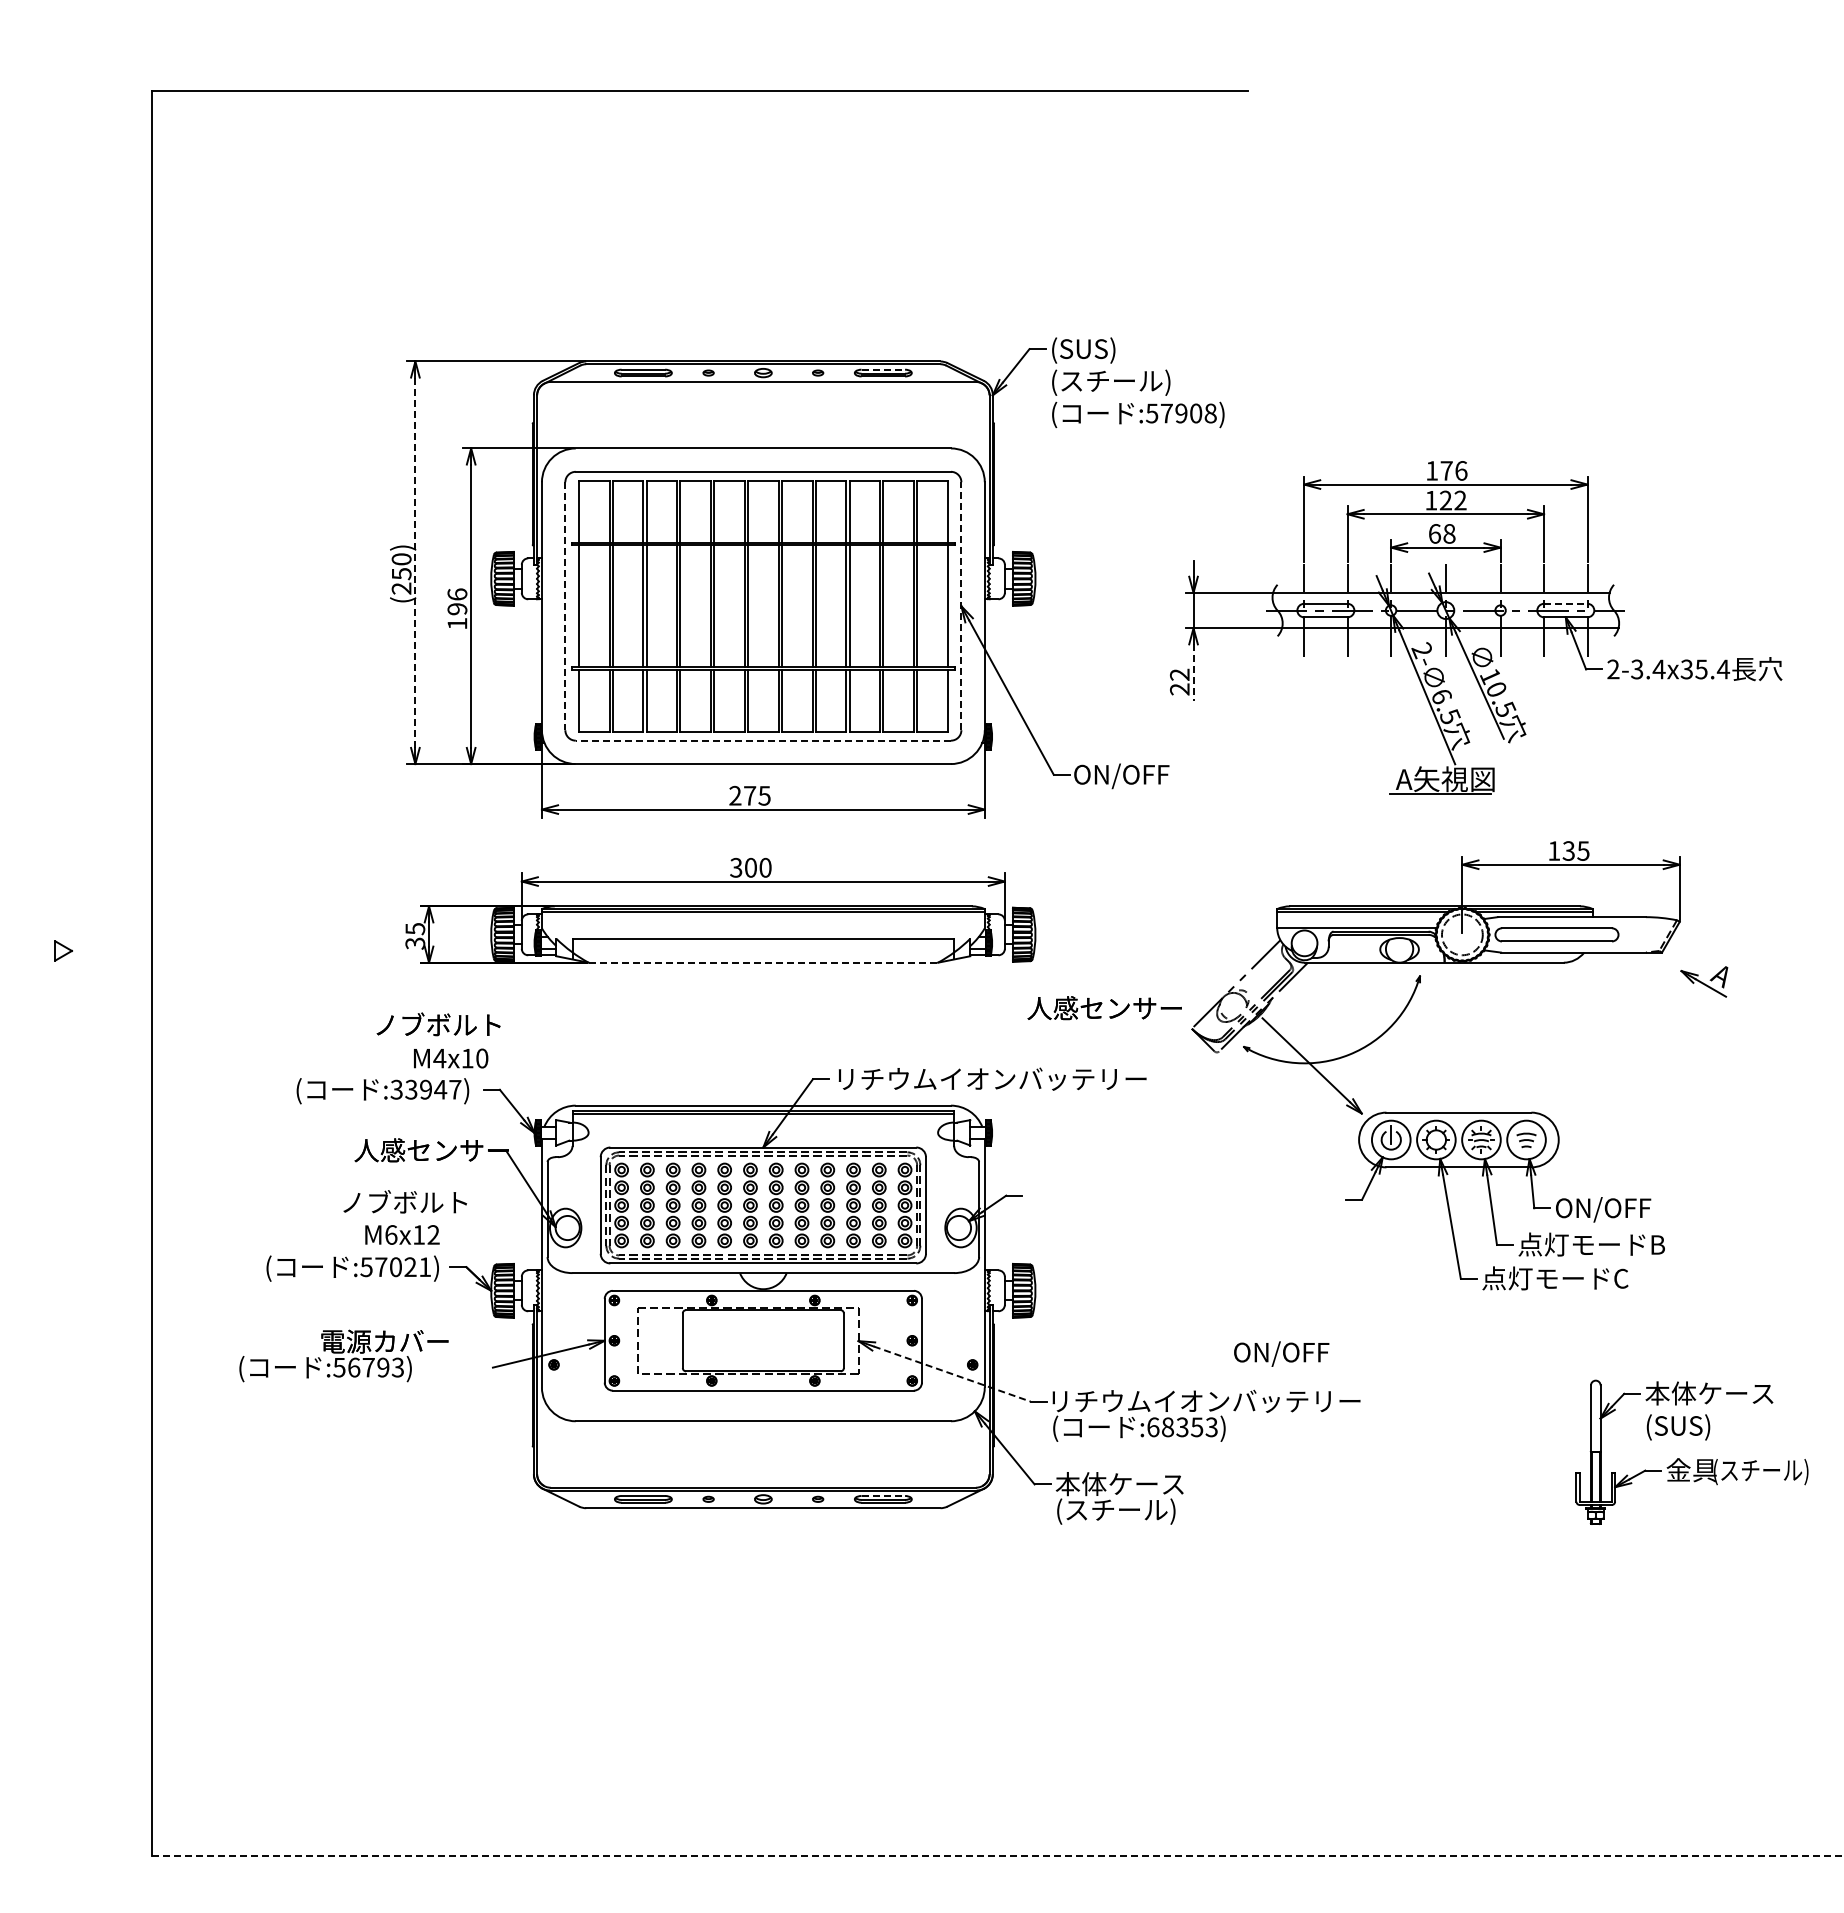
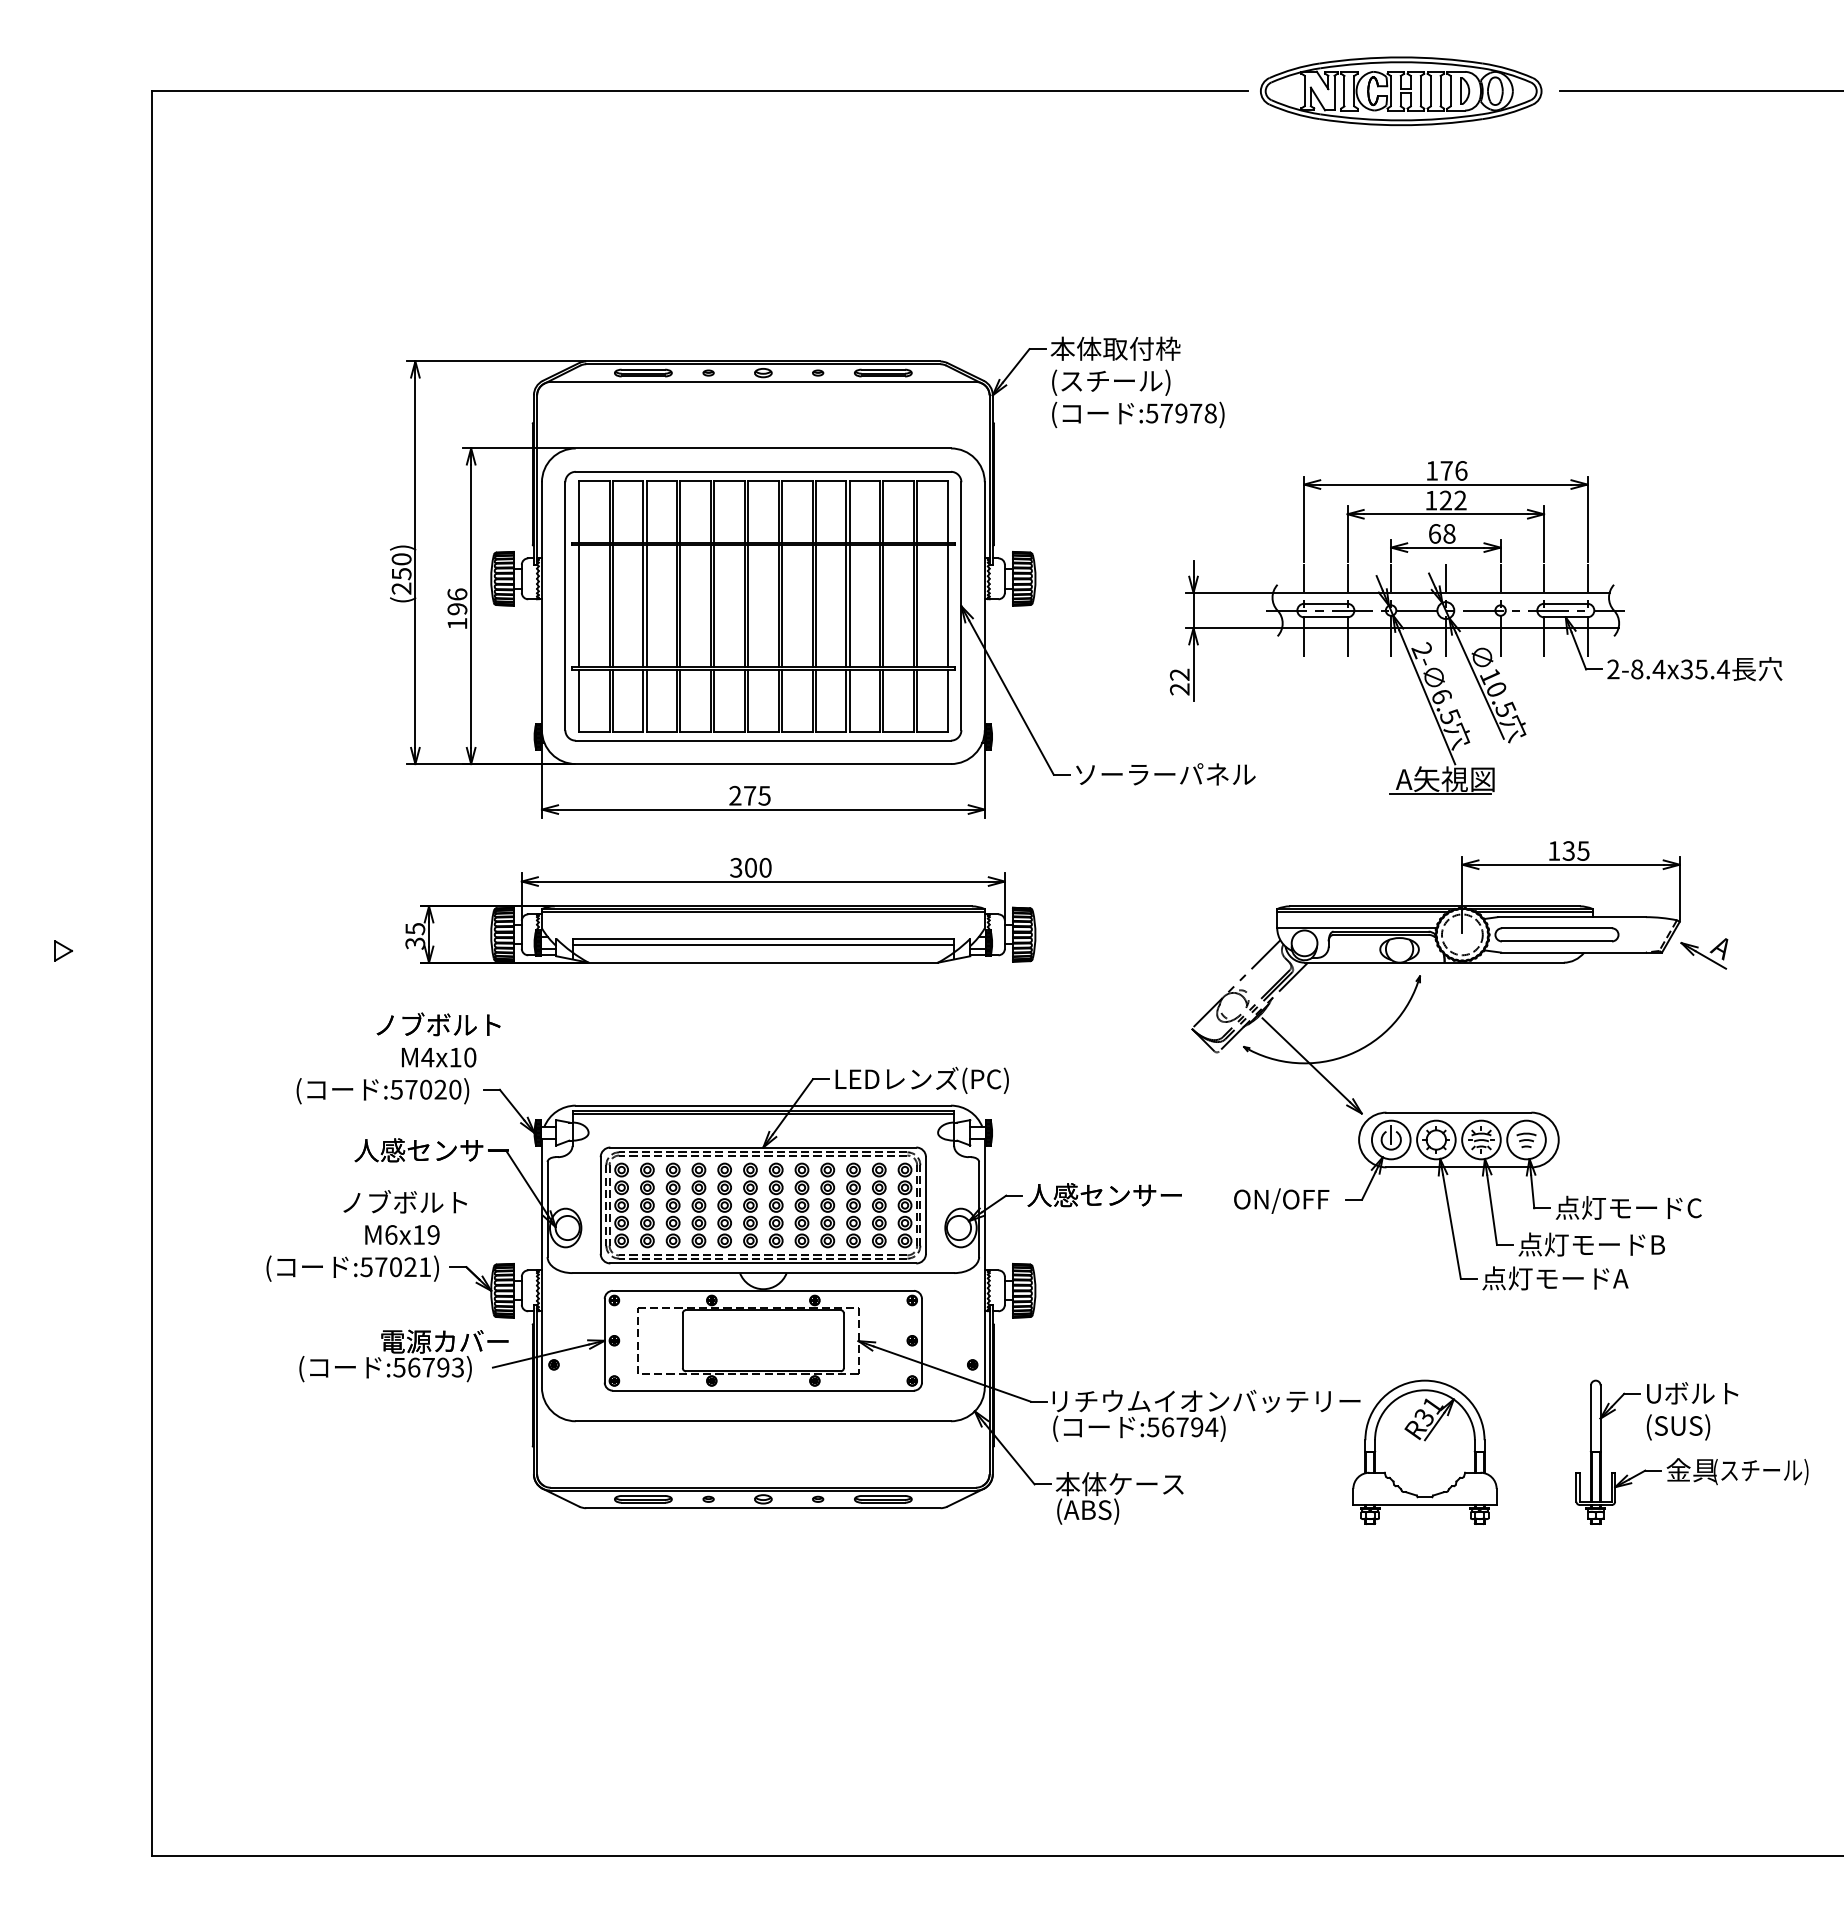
line at (1700, 90): none -> present
part at (1401, 91): none -> present
text at (1115, 349): (SUS) -> 本体取付枠
line at (883, 369): dashed -> solid
text at (1196, 413): :57908) -> :57978)
line at (415, 563): dashed -> solid
line at (1565, 603): dashed -> solid
line at (565, 606): dashed -> solid
line at (961, 606): dashed -> solid
text at (1637, 669): 2-3.4x35.4 -> 2-8.4x35.4
line at (1193, 673): dashed -> solid
line at (763, 740): dashed -> solid
text at (1164, 776): ON/OFF -> ソーラーパネル
line at (763, 944): none -> present
line at (763, 962): dashed -> solid
part at (1704, 981) position: (1704, 981) -> (1704, 953)
text at (1104, 1008) position: (1104, 1008) -> (1104, 1195)
text at (451, 1058) position: (451, 1058) -> (439, 1057)
text at (990, 1079): リチウムイオンバッテリー -> LEDレンズ(PC)
text at (426, 1089): :33947) -> :57020)
text at (1628, 1208): ON/OFF -> 点灯モードC
text at (433, 1234): M6x12 -> M6x19
text at (1620, 1278): 点灯モードC -> 点灯モードA
text at (1281, 1353) position: (1281, 1353) -> (1281, 1200)
text at (343, 1355) position: (343, 1355) -> (403, 1355)
line at (952, 1374): dashed -> solid
text at (1709, 1393): 本体ケース -> Uボルト
text at (1182, 1427): :68353) -> :56794)
part at (1424, 1451): none -> present
line at (883, 1495): dashed -> solid
text at (1119, 1511): (スチール) -> (ABS)
line at (997, 1855): dashed -> solid
